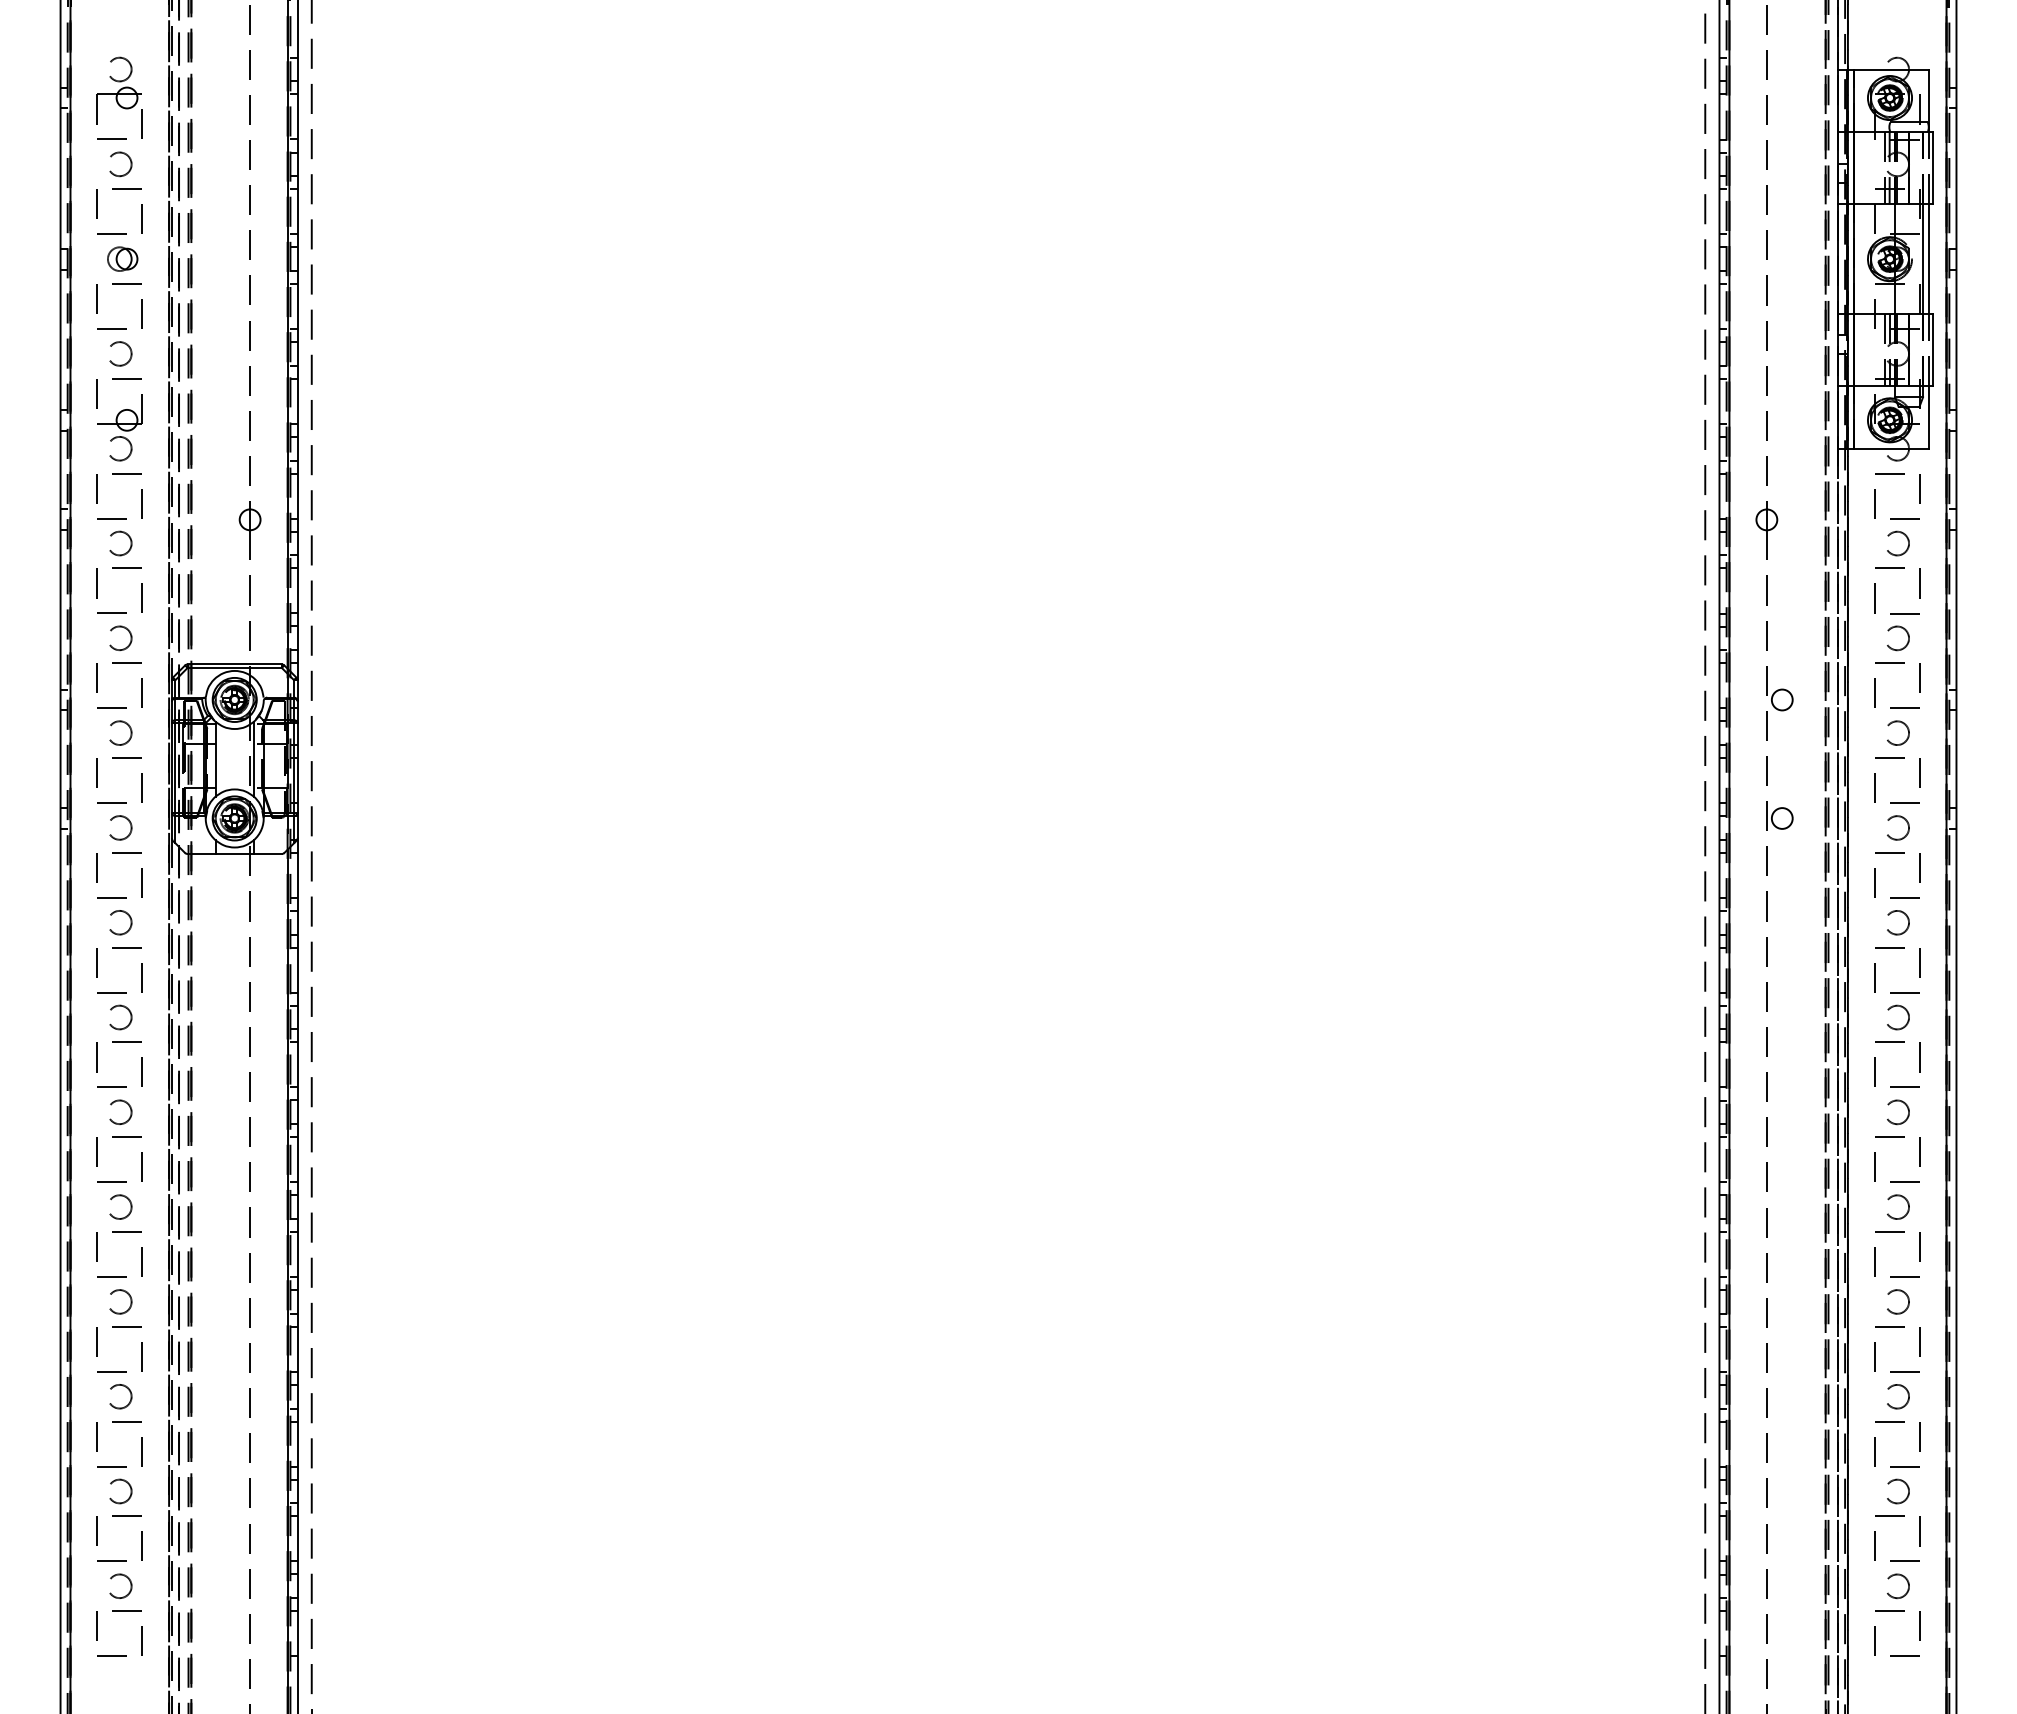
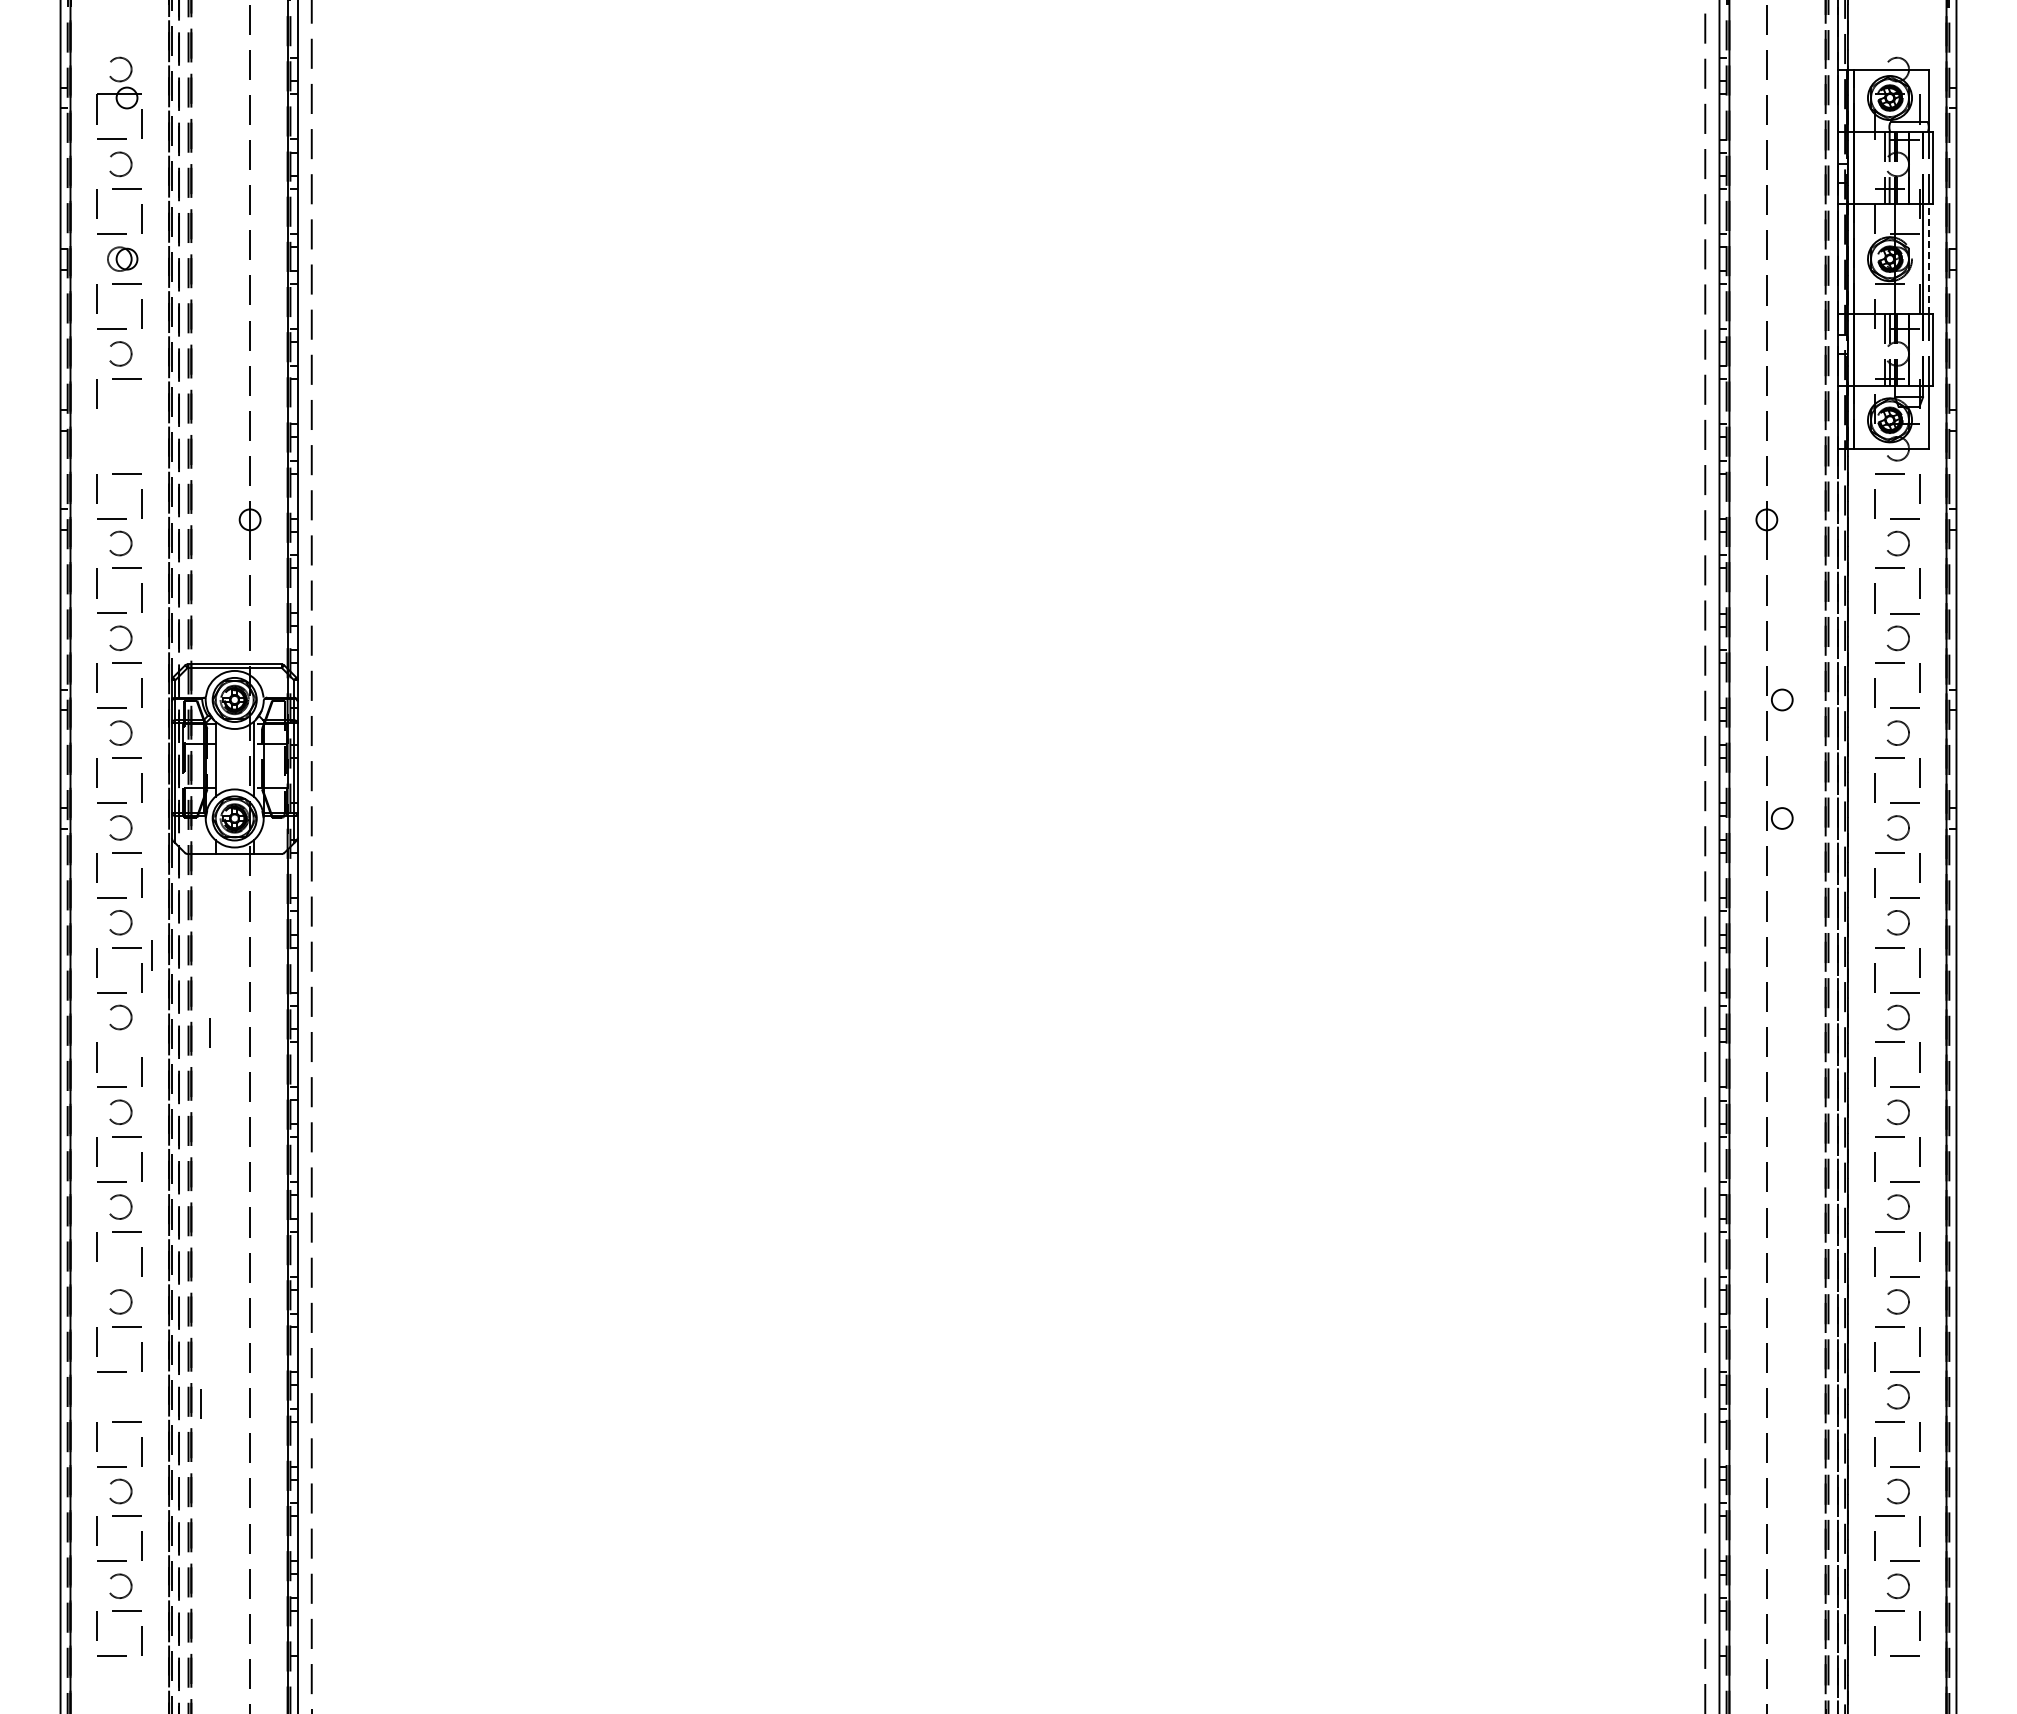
line at (1929, 259): solid -> dashed
part at (119, 427): present -> none
line at (151, 955): none -> present
line at (209, 1032): none -> present
line at (126, 1041): present -> none
line at (111, 1276): present -> none
circle at (120, 1396): present -> none
line at (200, 1403): none -> present
